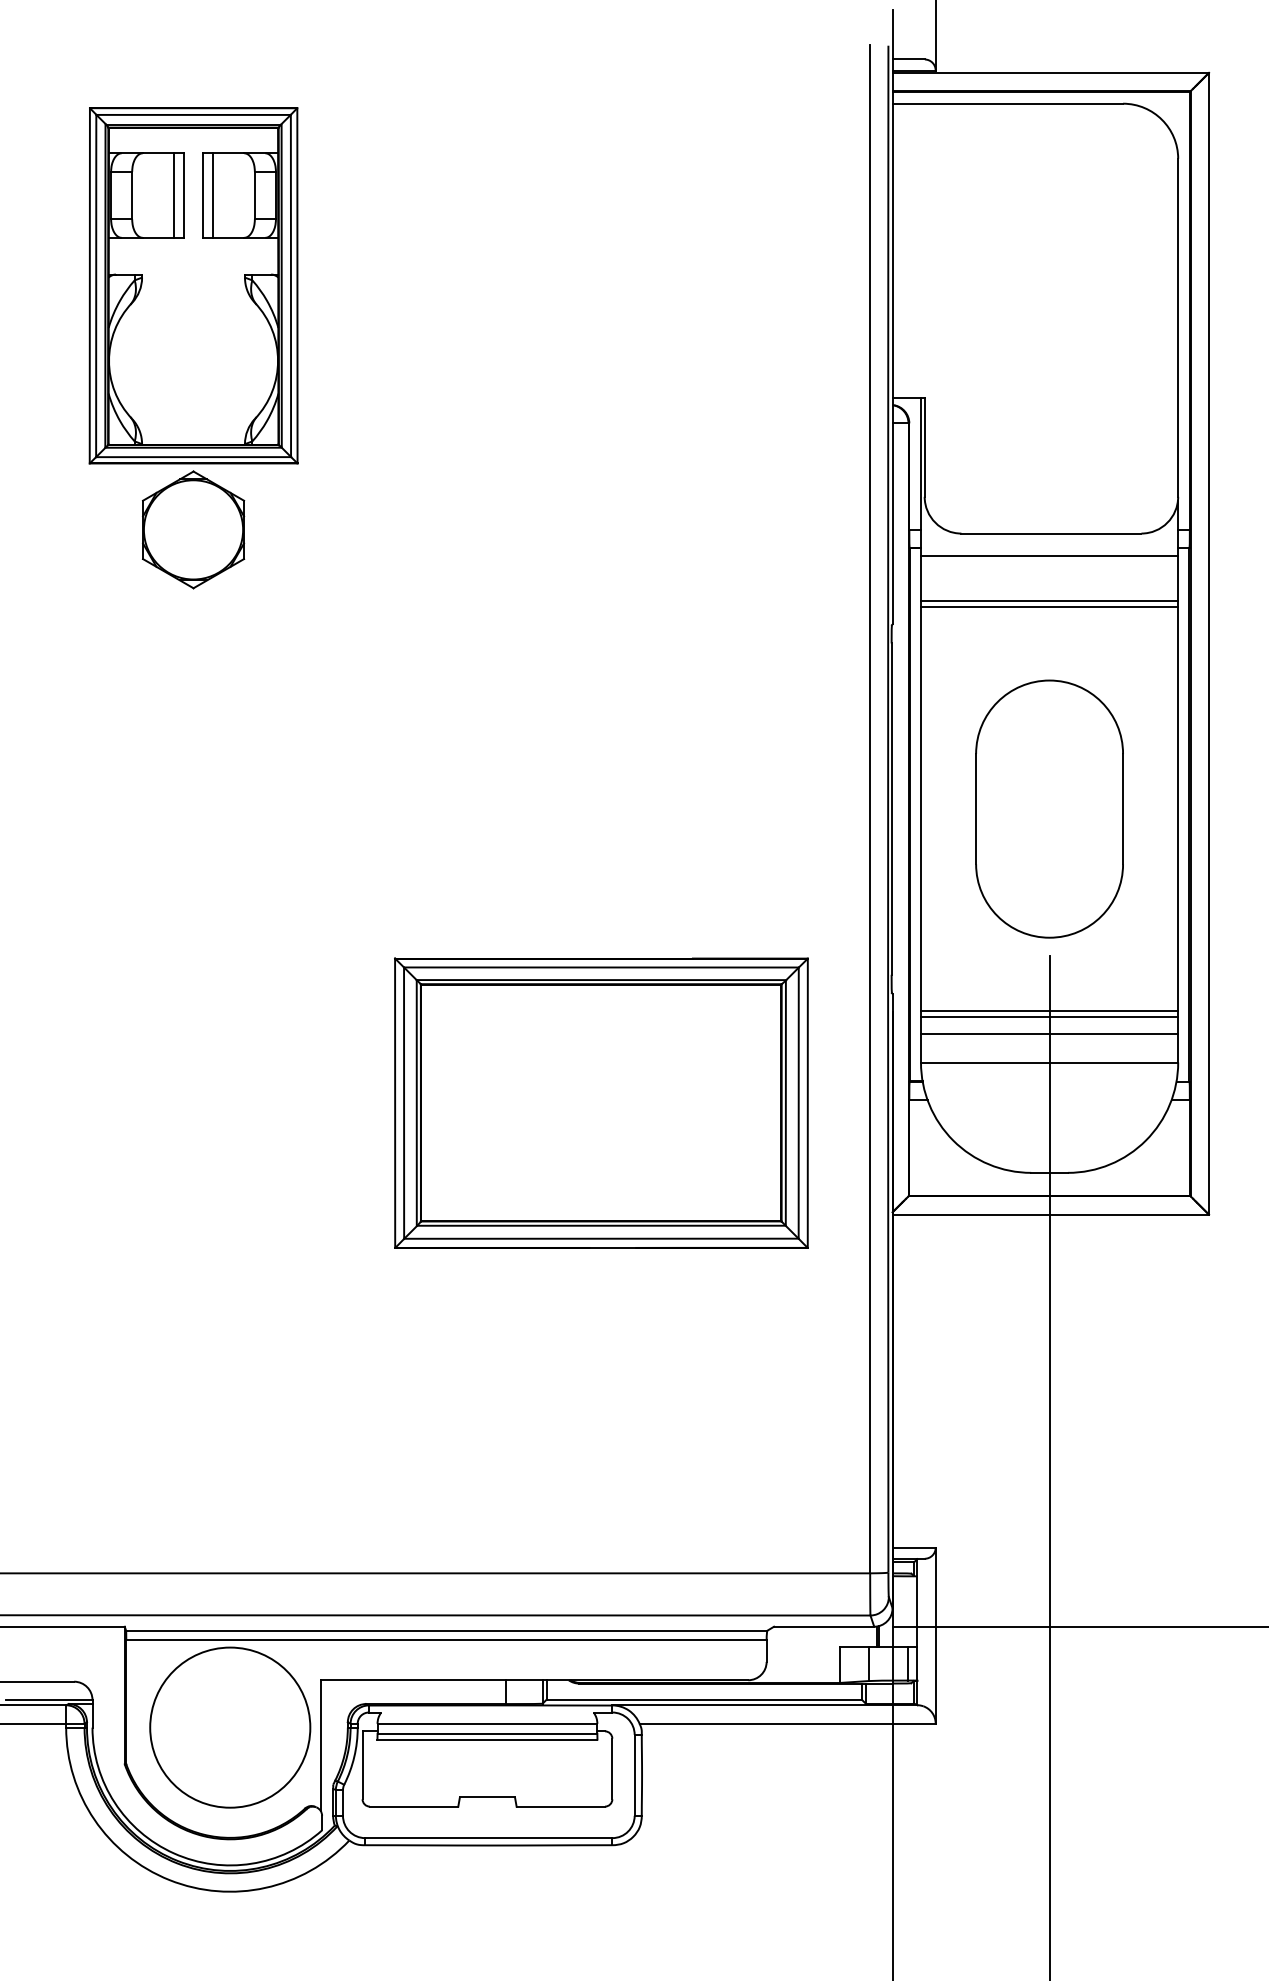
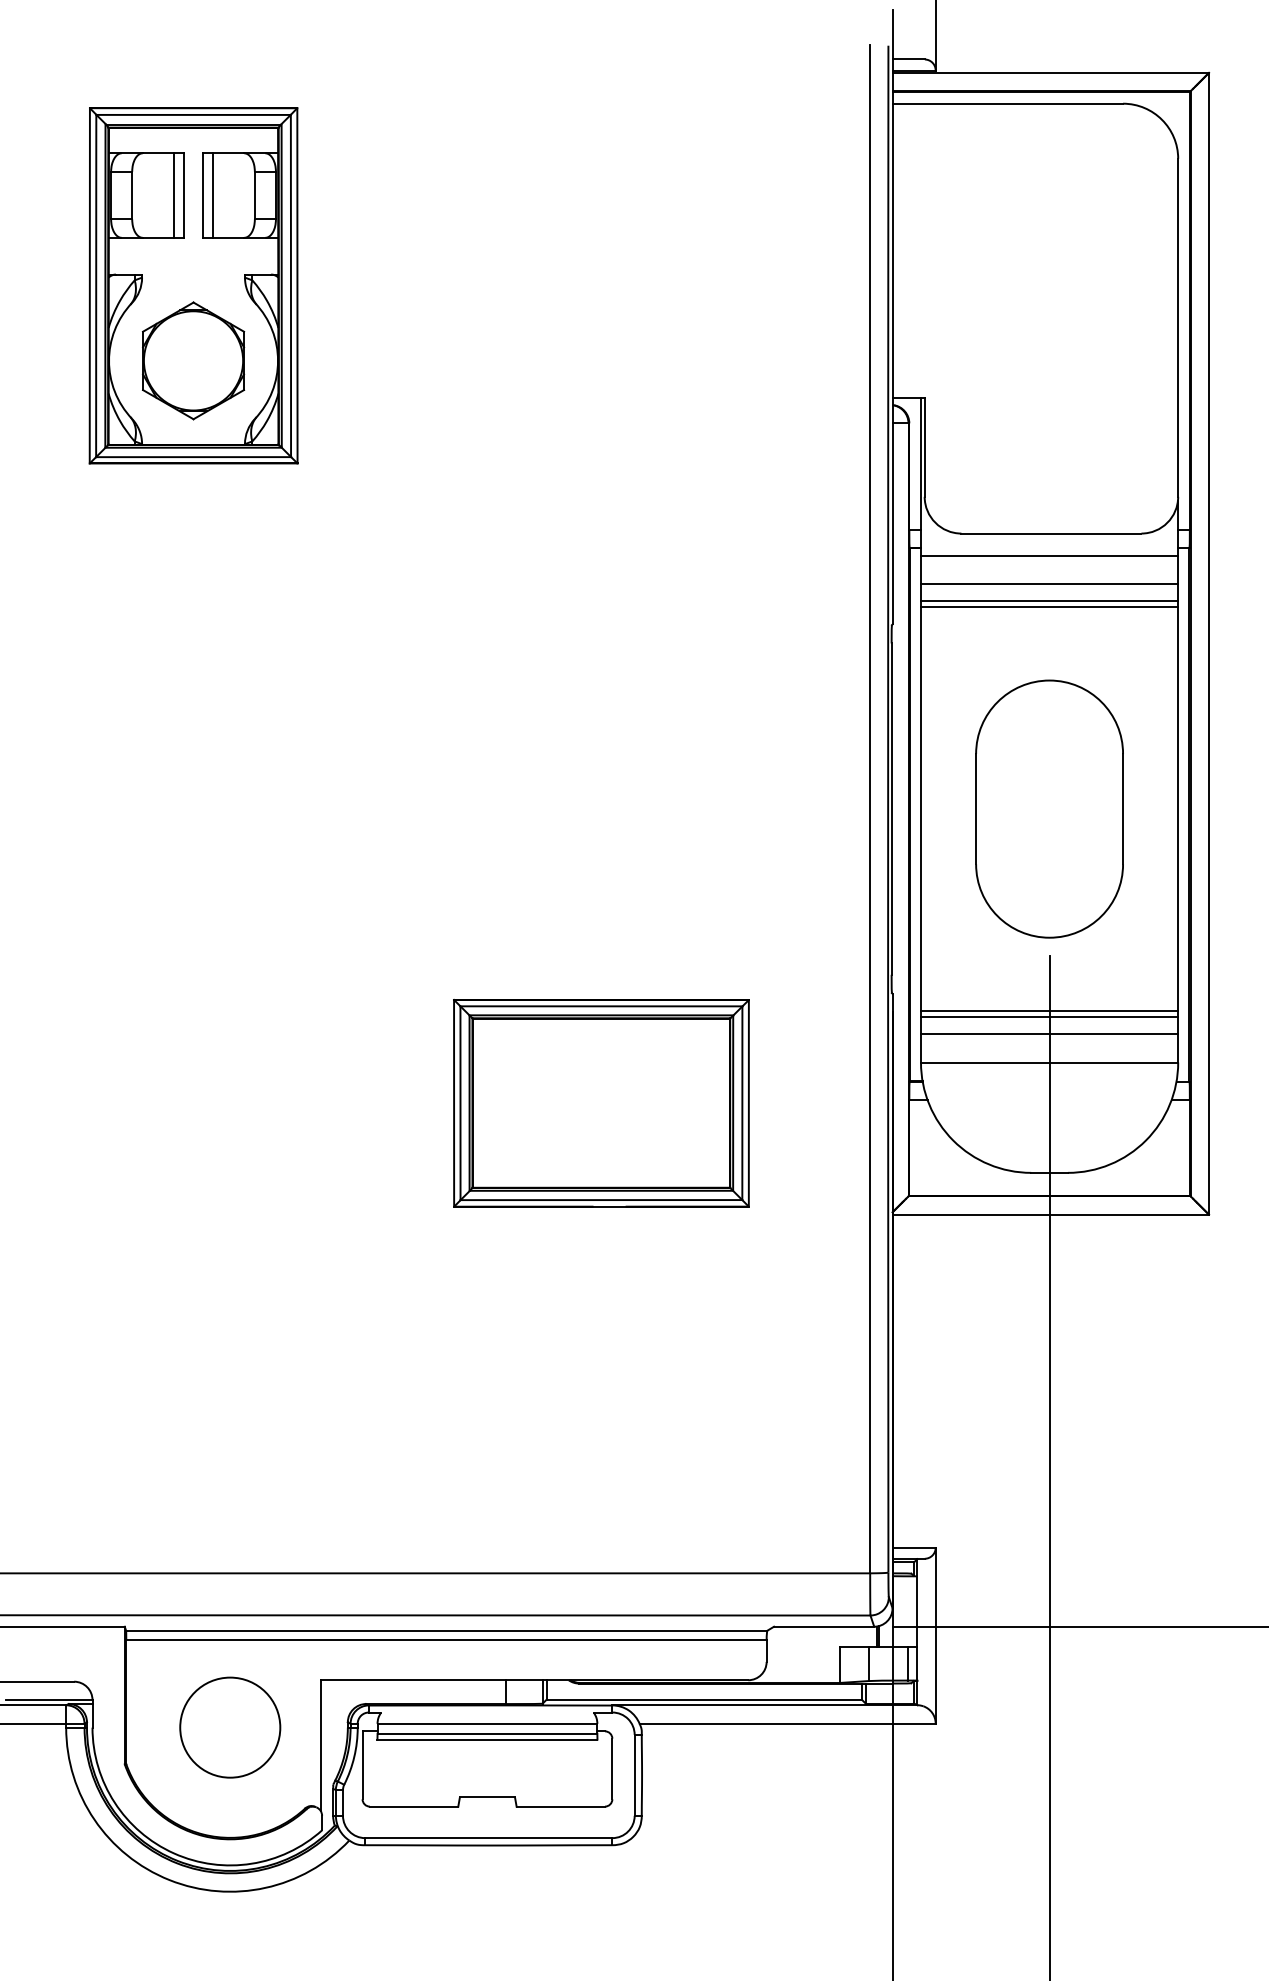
part at (193, 529) position: (193, 529) -> (193, 360)
line at (1049, 583): none -> present
part at (601, 1102) size: 415x292 px -> 297x209 px
circle at (230, 1727) diameter: 160 px -> 100 px
